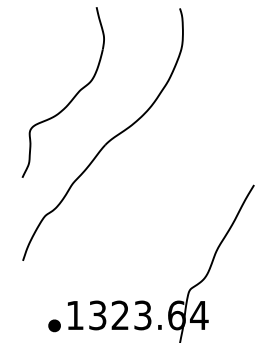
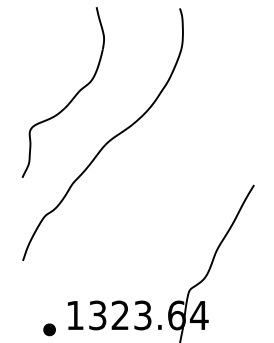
part at (54, 325) position: (54, 325) -> (49, 329)
